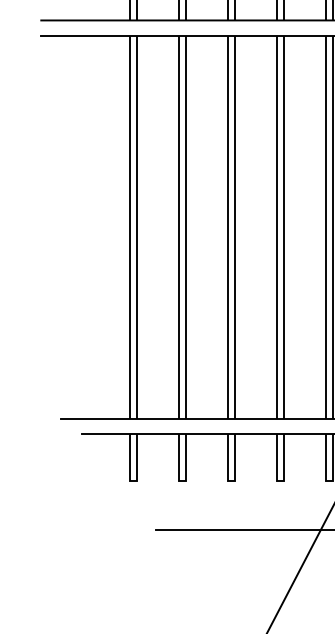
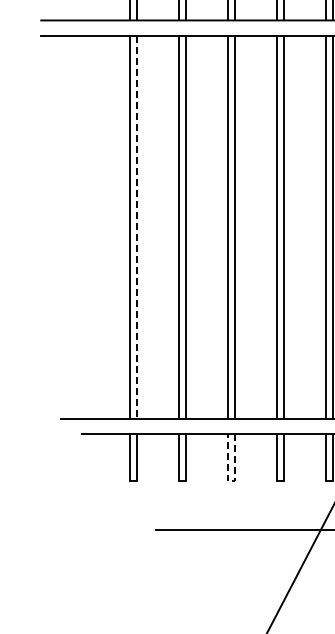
line at (137, 227): solid -> dashed
line at (231, 481): solid -> dashed
